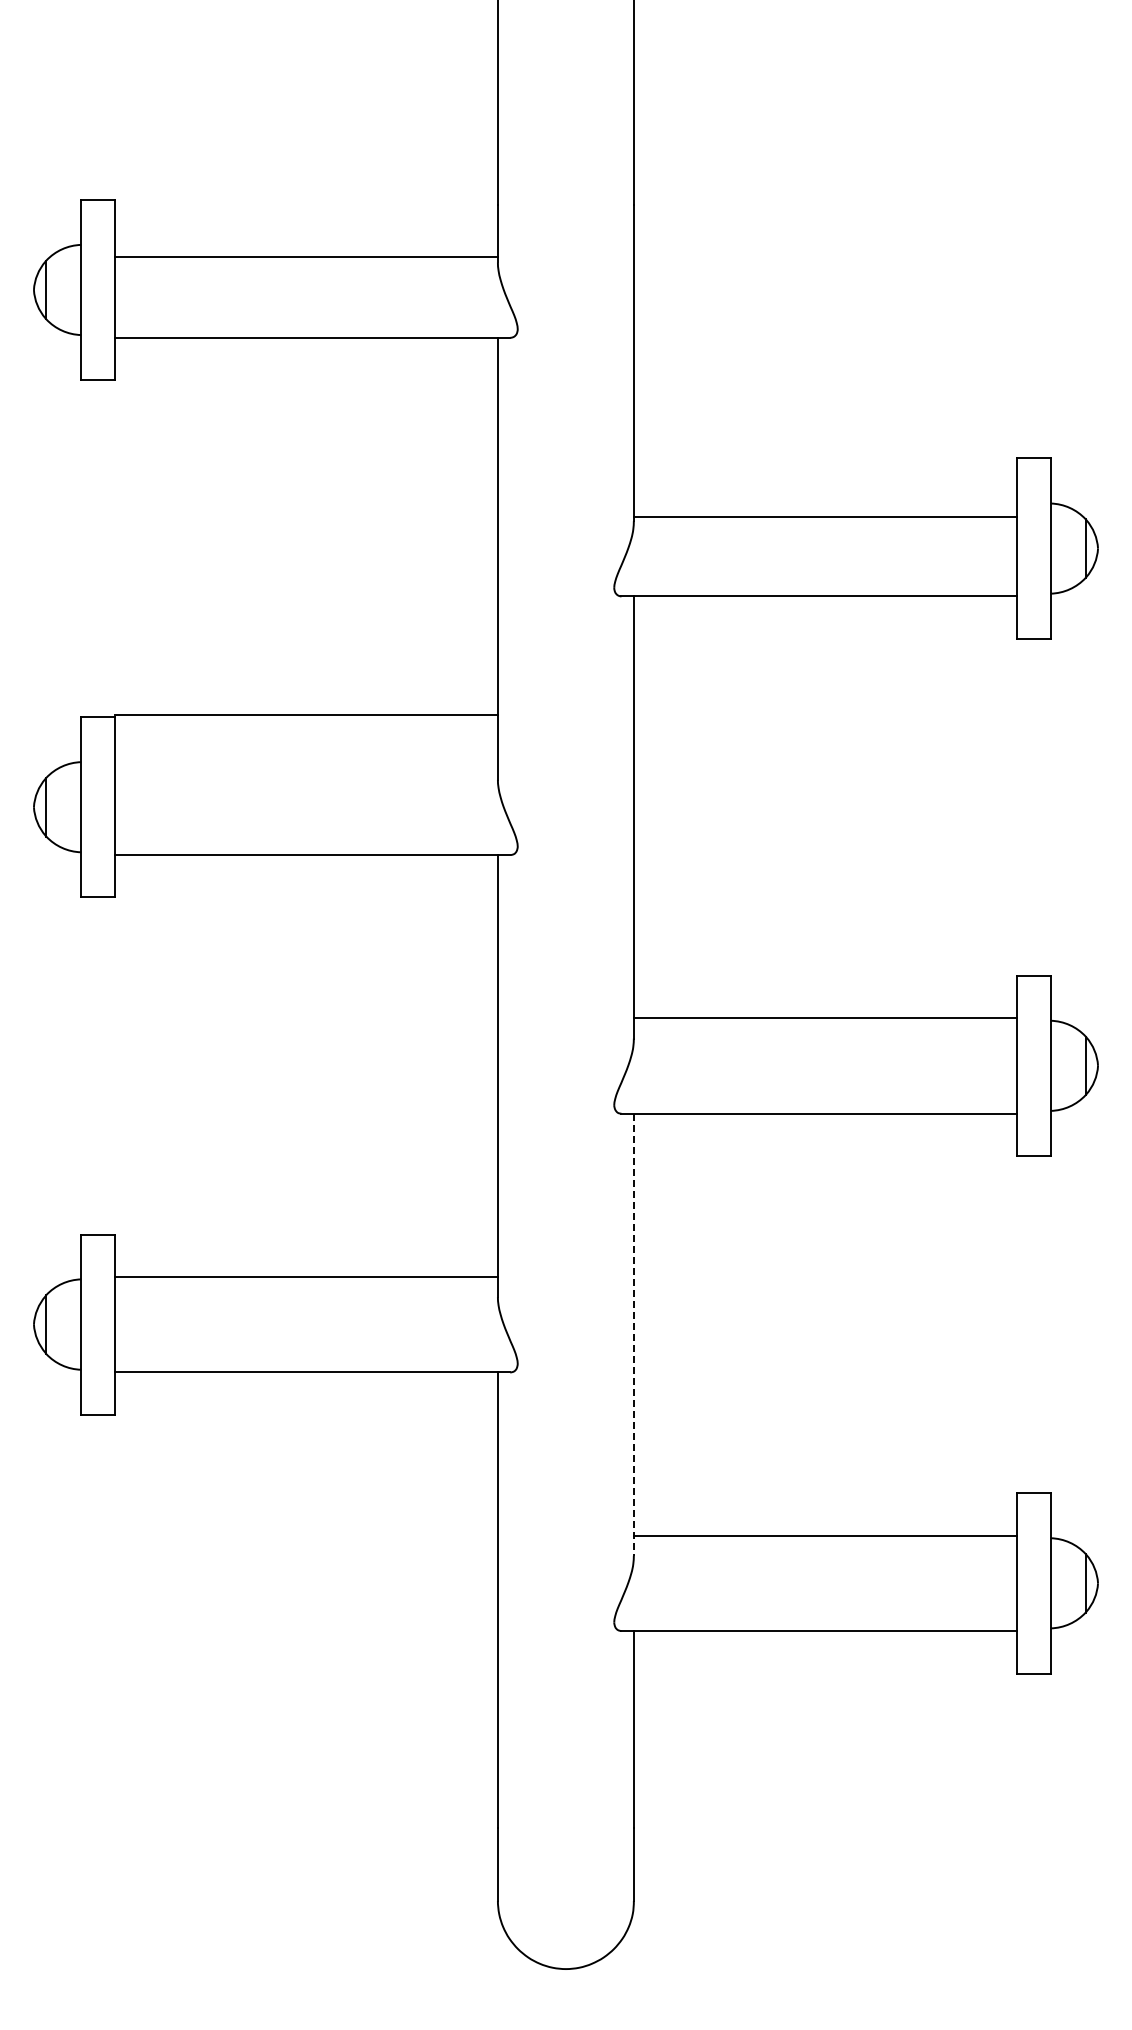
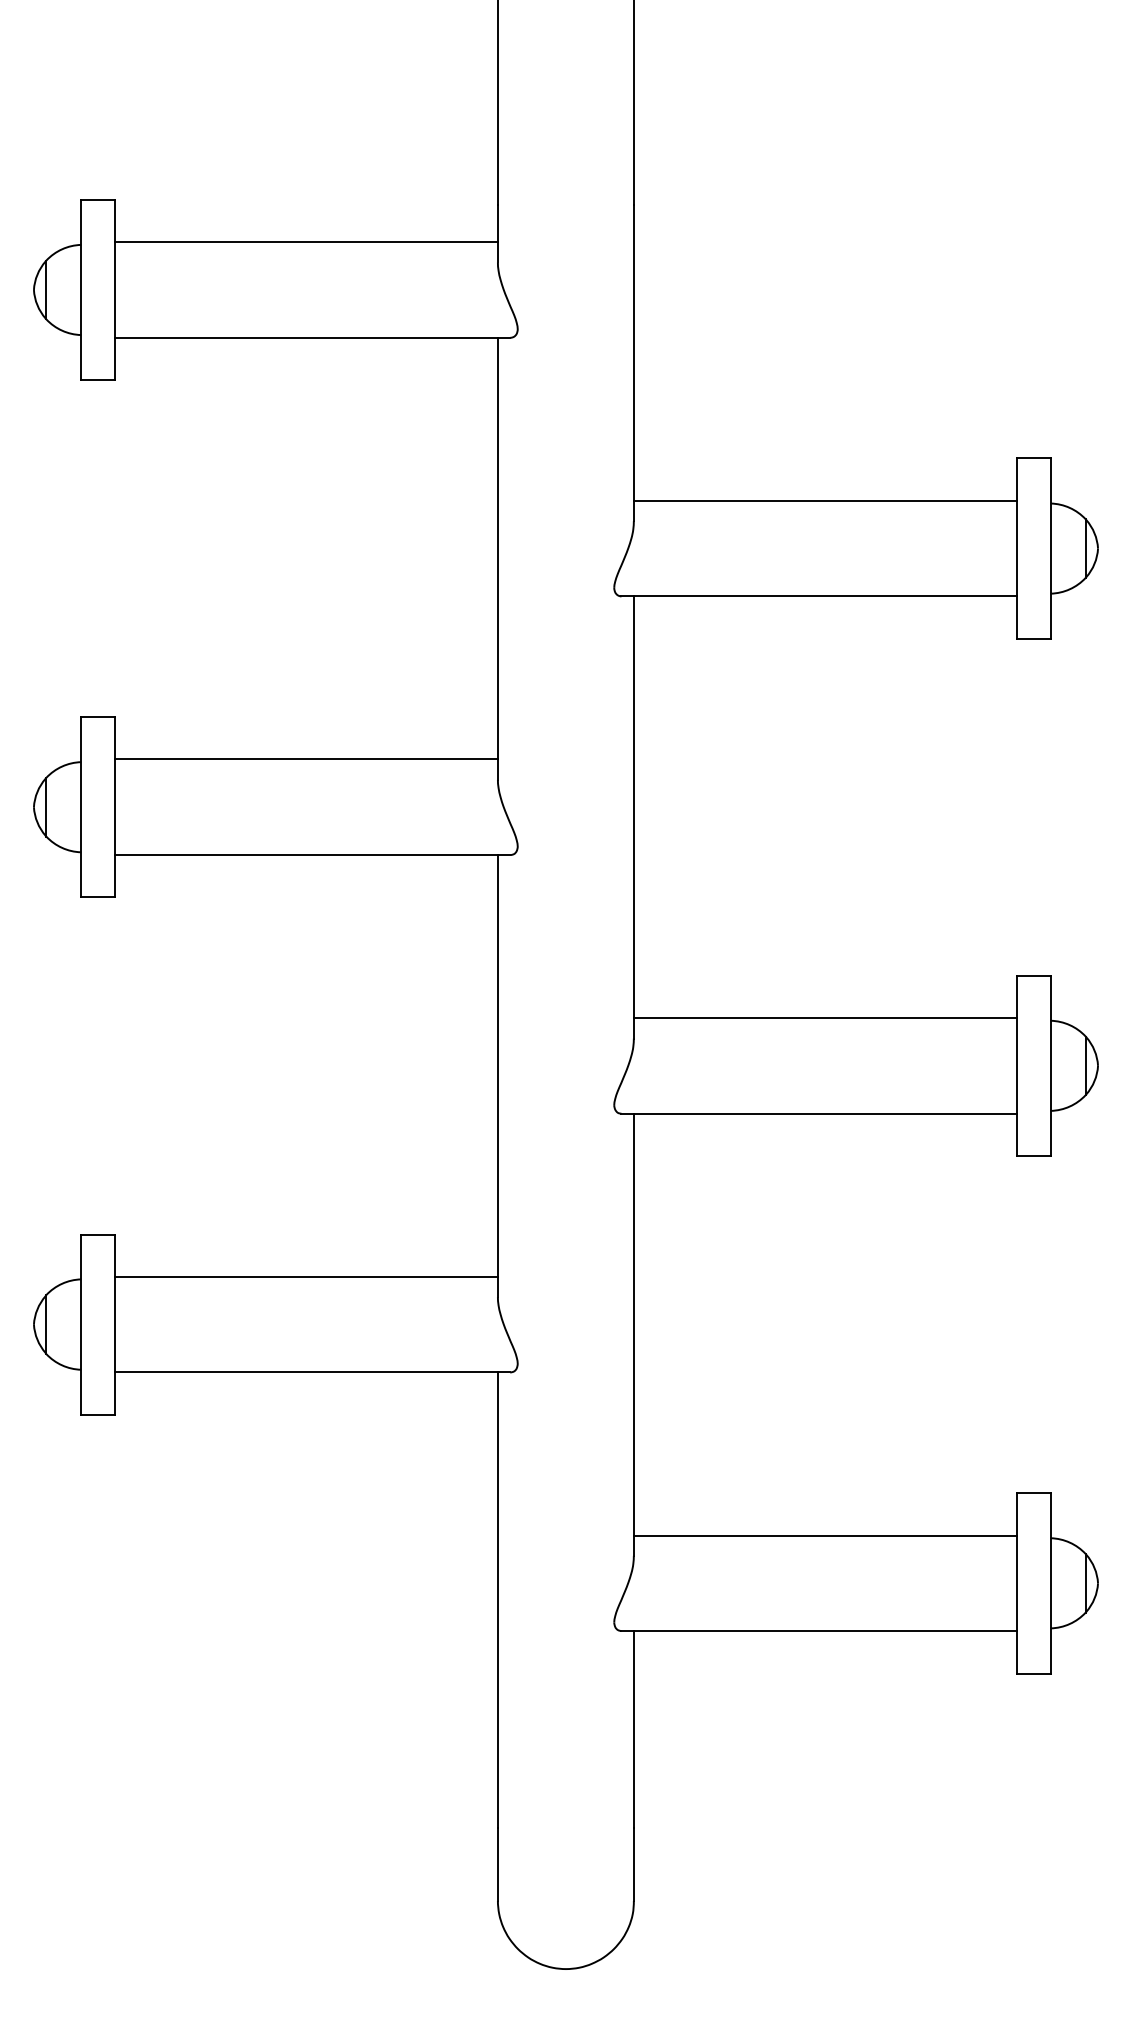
line at (306, 257) position: (306, 257) -> (306, 242)
line at (824, 516) position: (824, 516) -> (824, 500)
line at (306, 715) position: (306, 715) -> (306, 759)
line at (633, 1335): dashed -> solid
